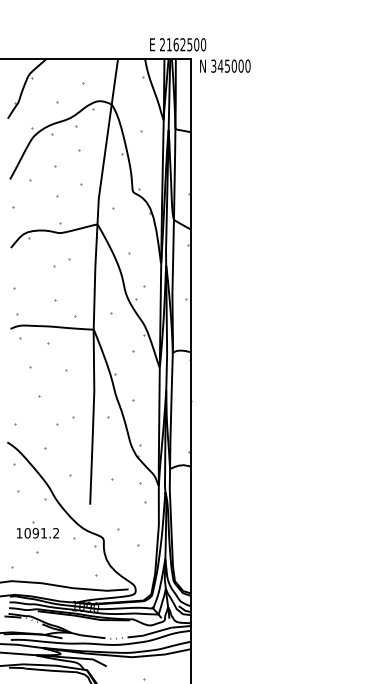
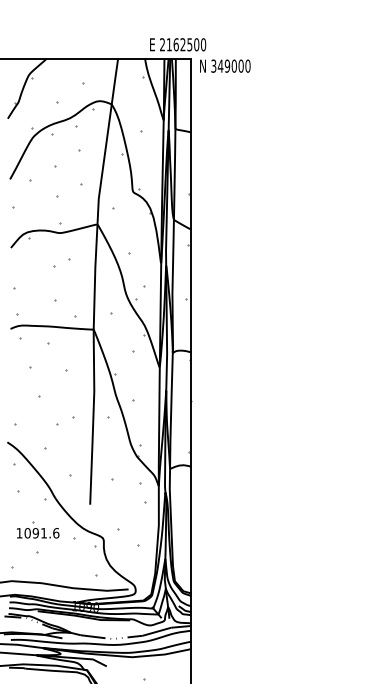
text at (227, 65): 345000 -> 349000
text at (56, 533): 1091.2 -> 1091.6
